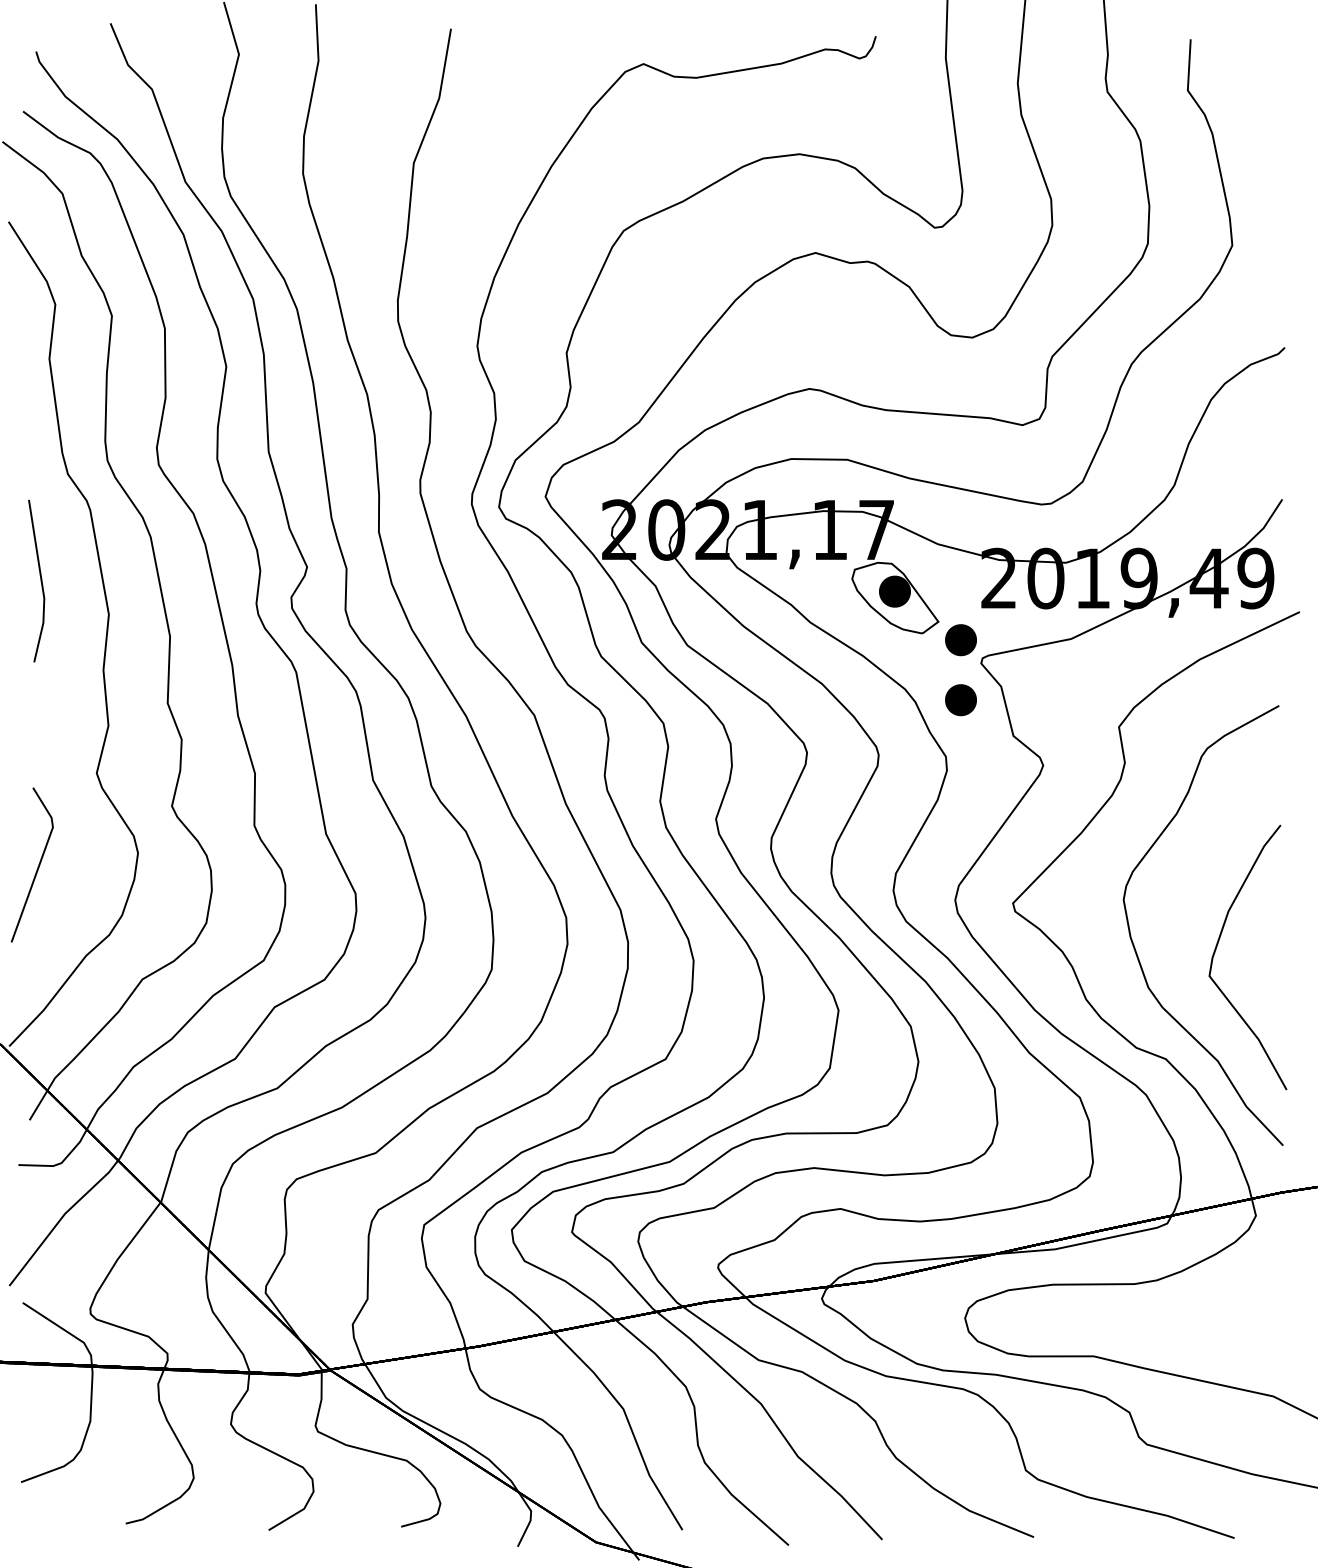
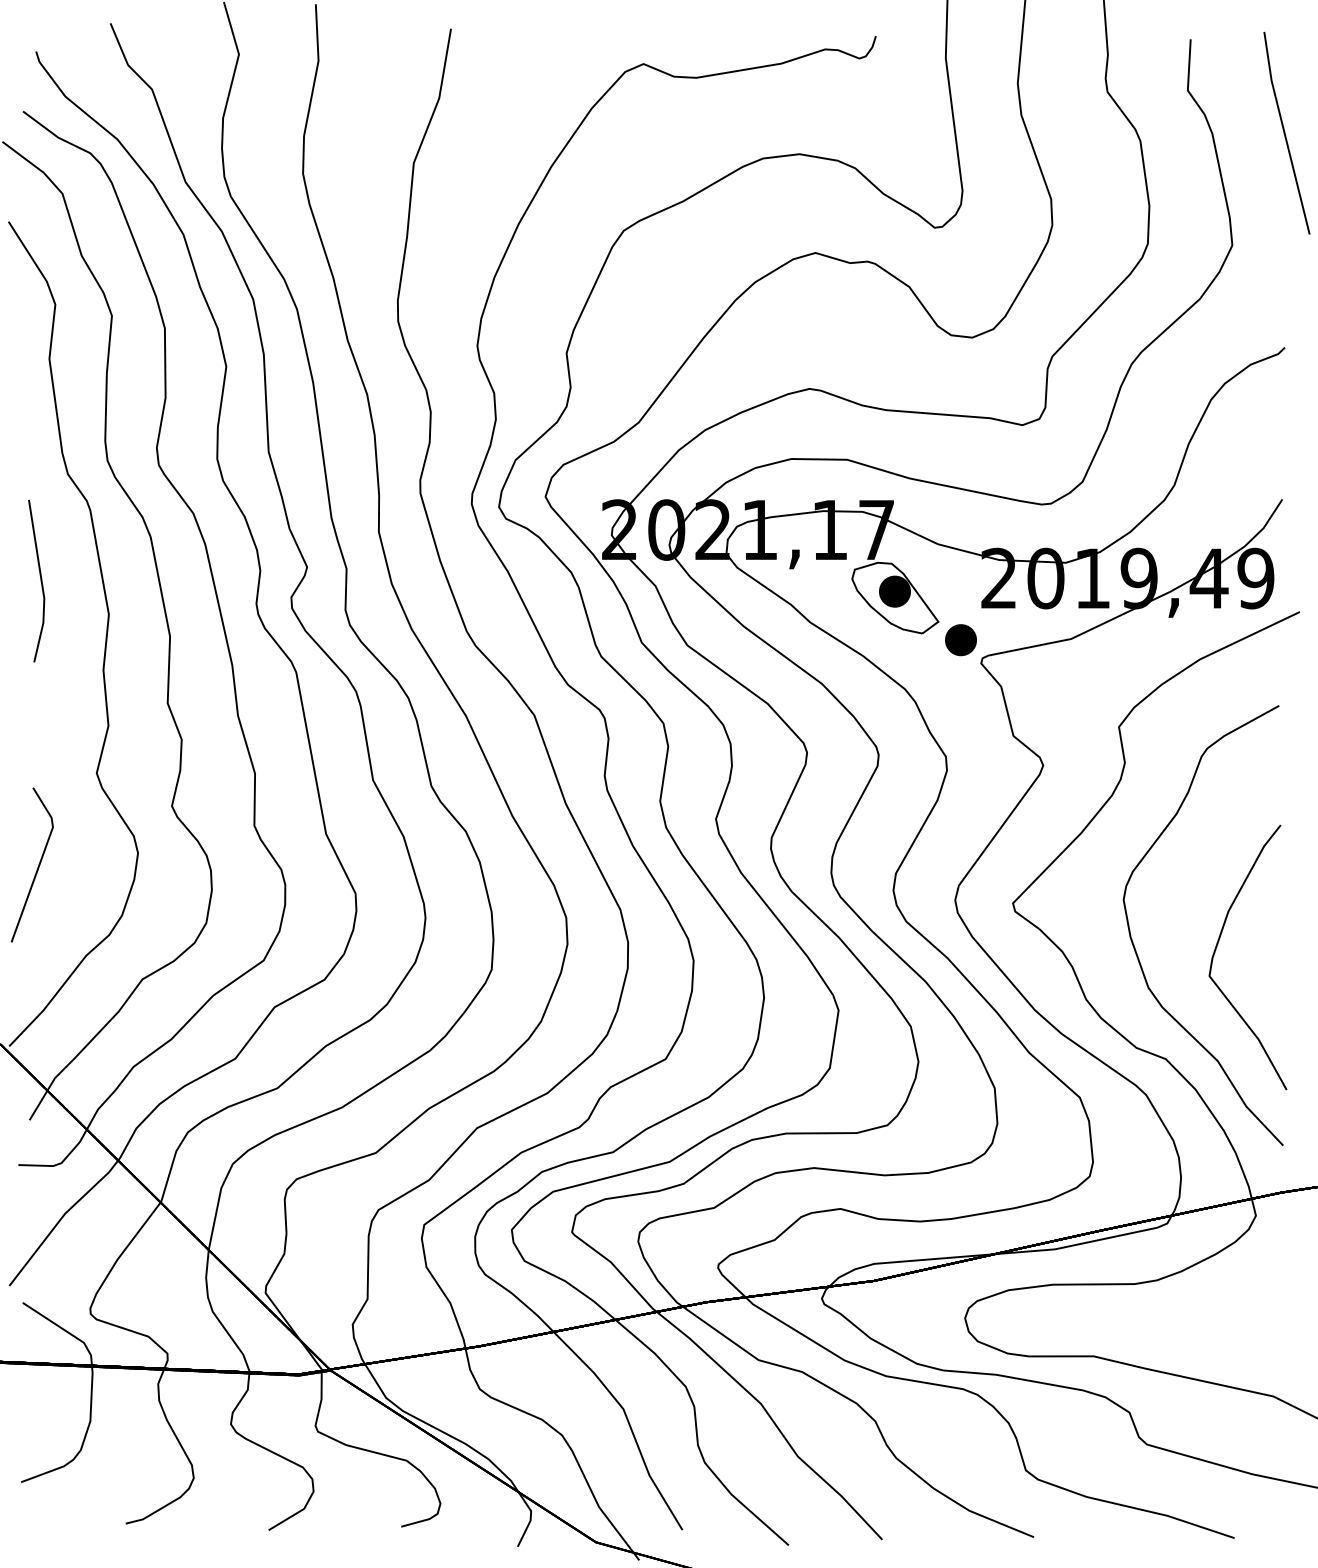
line at (1285, 132): none -> present
part at (960, 700): present -> none
